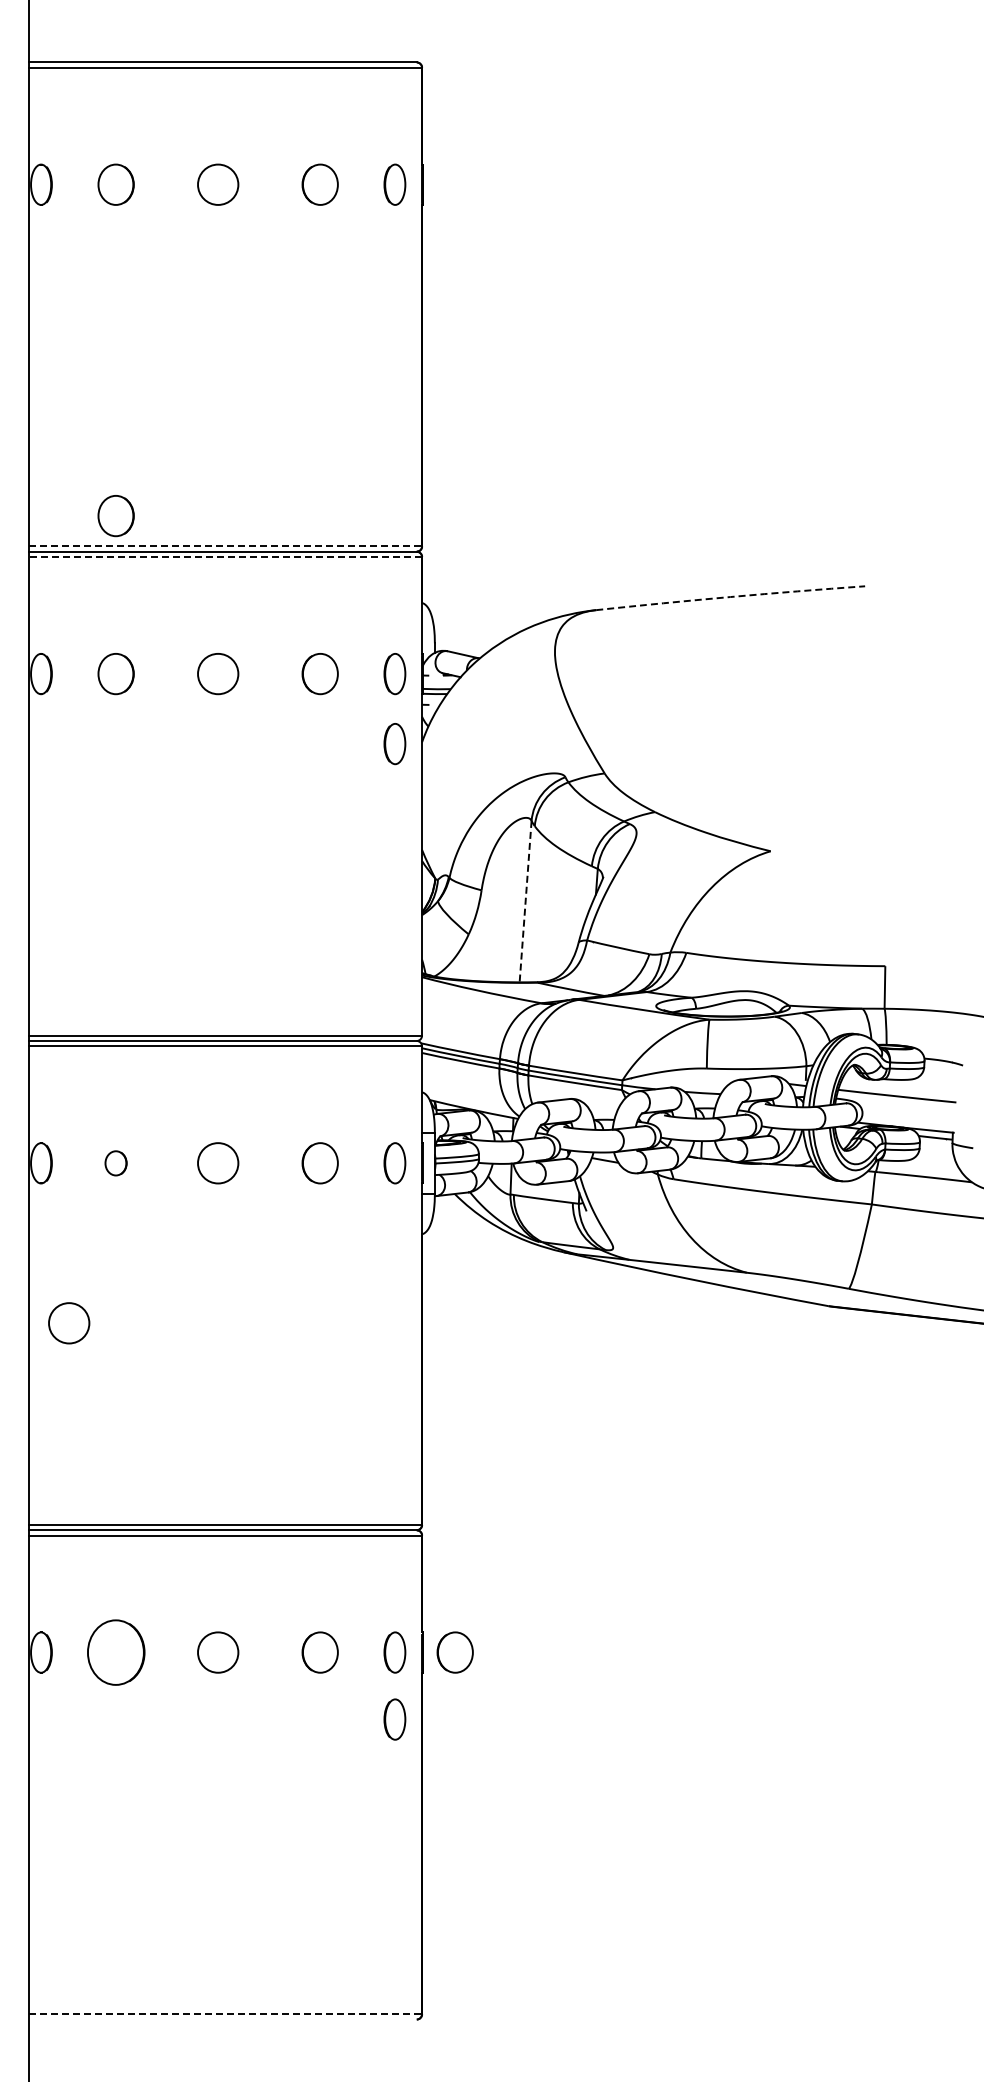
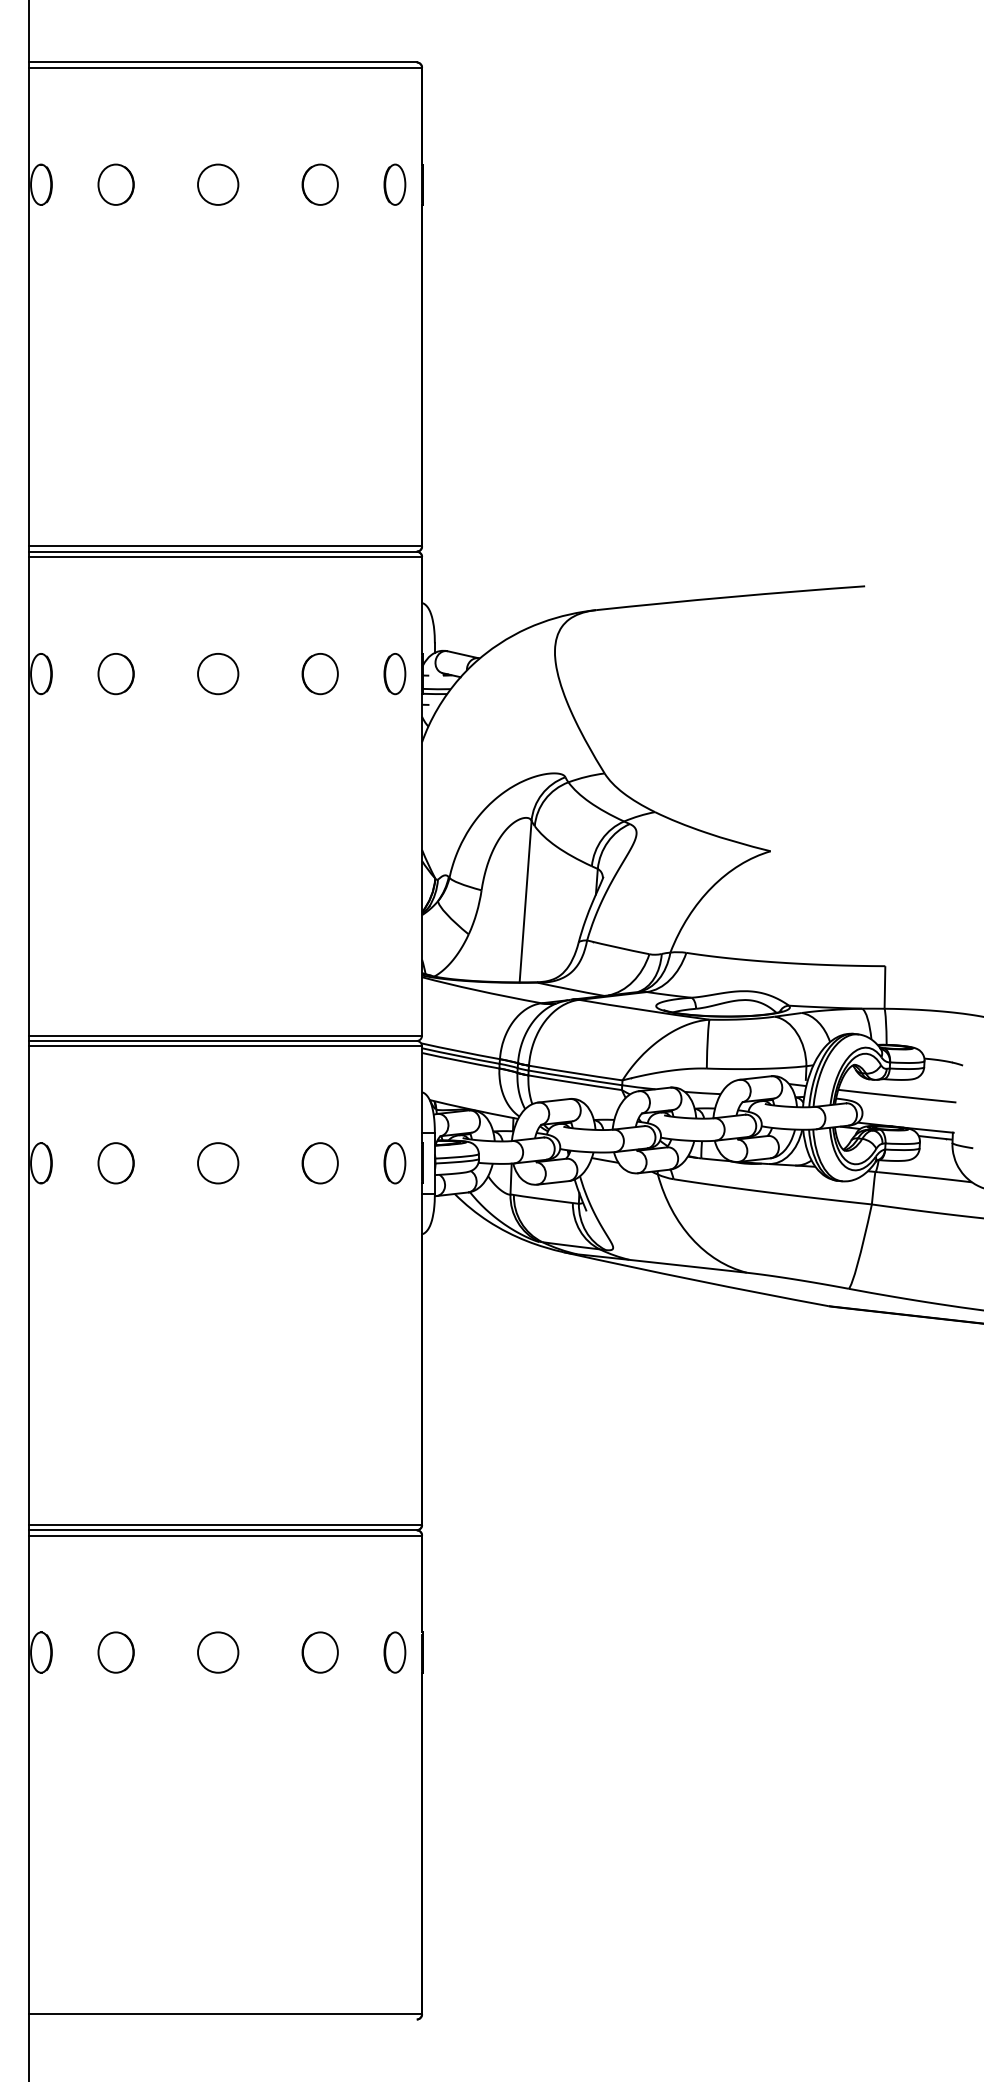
part at (115, 516): present -> none
line at (226, 546): dashed -> solid
line at (225, 557): dashed -> solid
arc at (730, 597): dashed -> solid
part at (394, 744): present -> none
line at (525, 901): dashed -> solid
part at (115, 1163) size: 24x27 px -> 38x43 px
circle at (69, 1323): present -> none
part at (116, 1652) size: 59x67 px -> 38x43 px
part at (454, 1652): present -> none
part at (394, 1719): present -> none
line at (226, 2014): dashed -> solid
